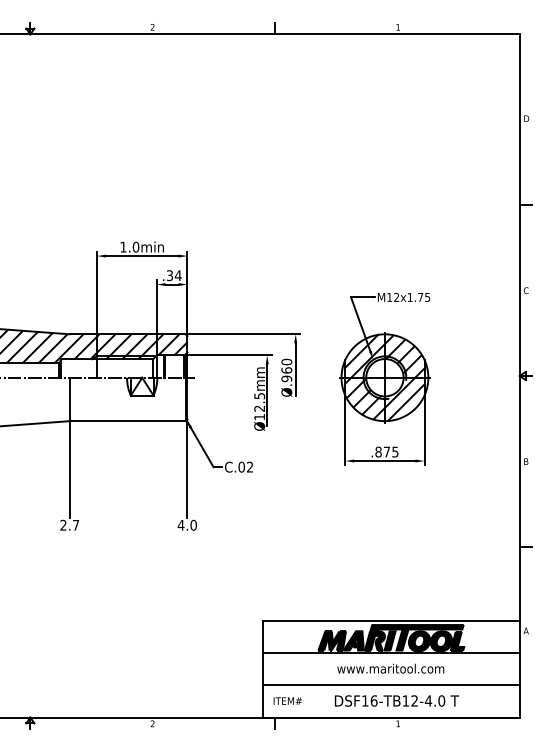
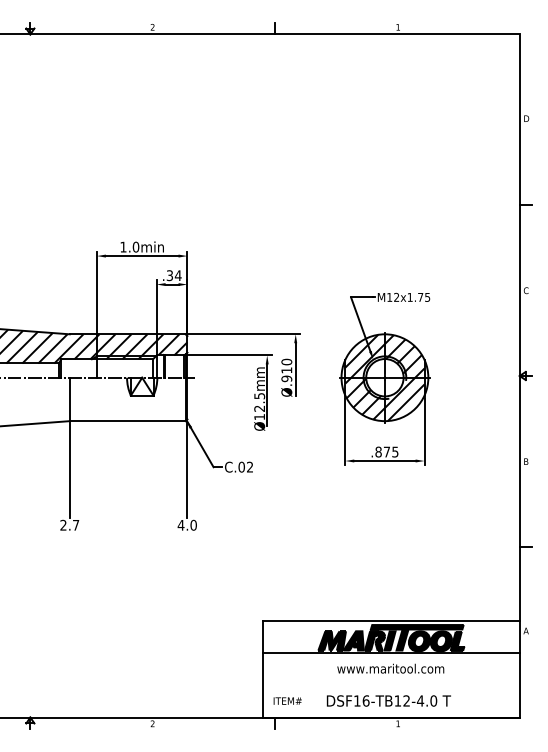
text at (286, 370): Ø.960 -> Ø.910
line at (391, 685): present -> none
text at (396, 700) position: (396, 700) -> (388, 700)
